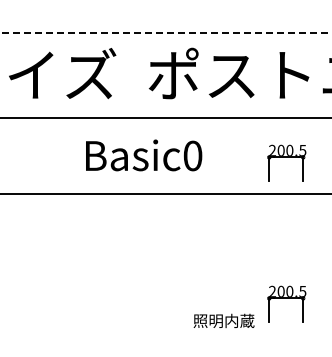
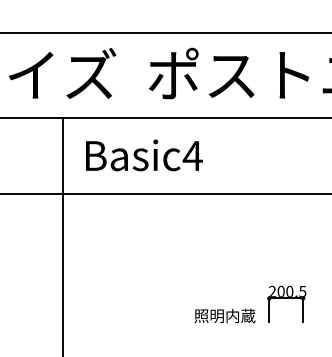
line at (166, 33): dashed -> solid
text at (192, 155): Basic0 -> Basic4
part at (286, 162): present -> none
line at (62, 235): none -> present
text at (223, 320) position: (223, 320) -> (224, 315)
